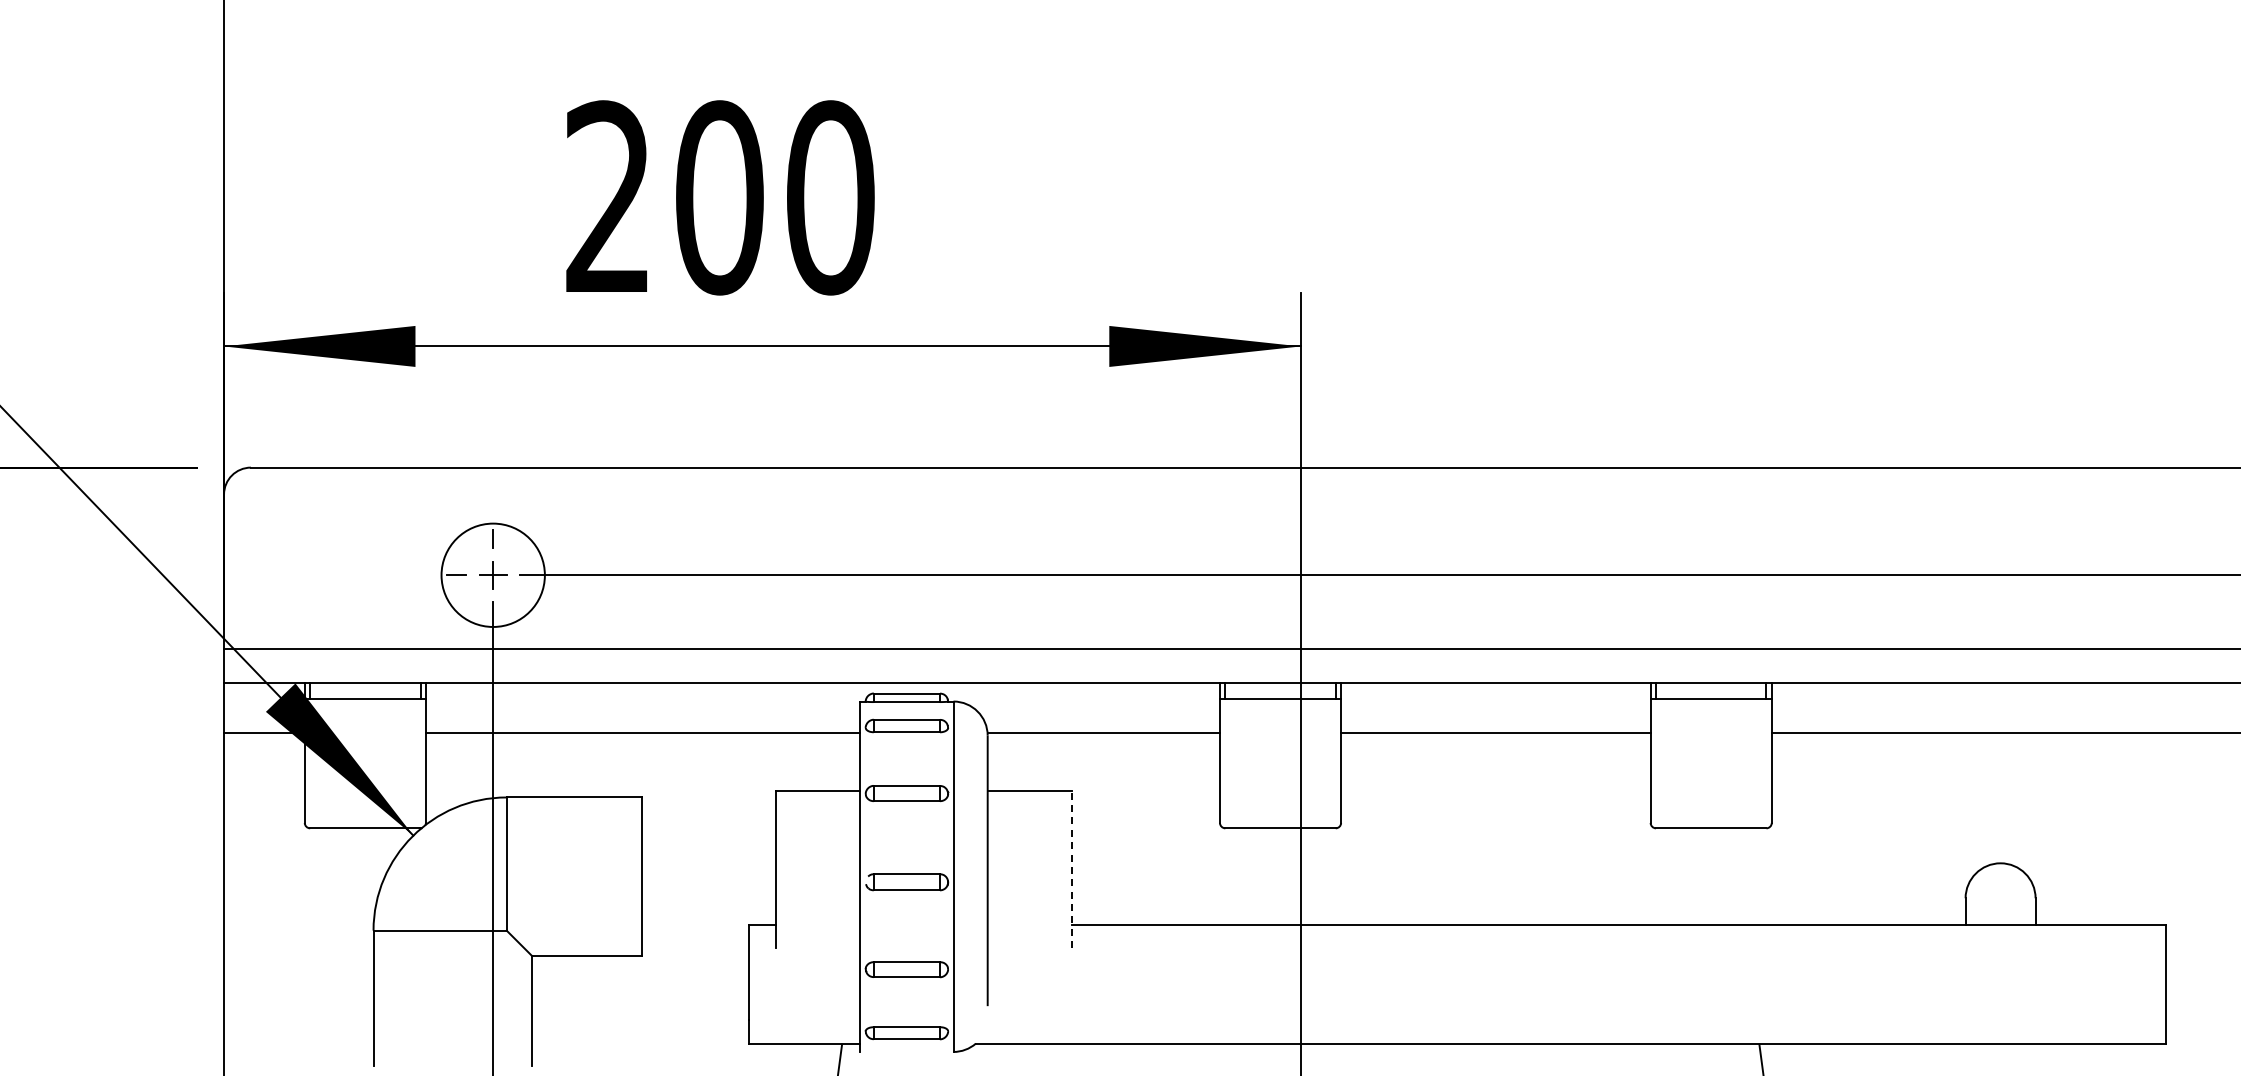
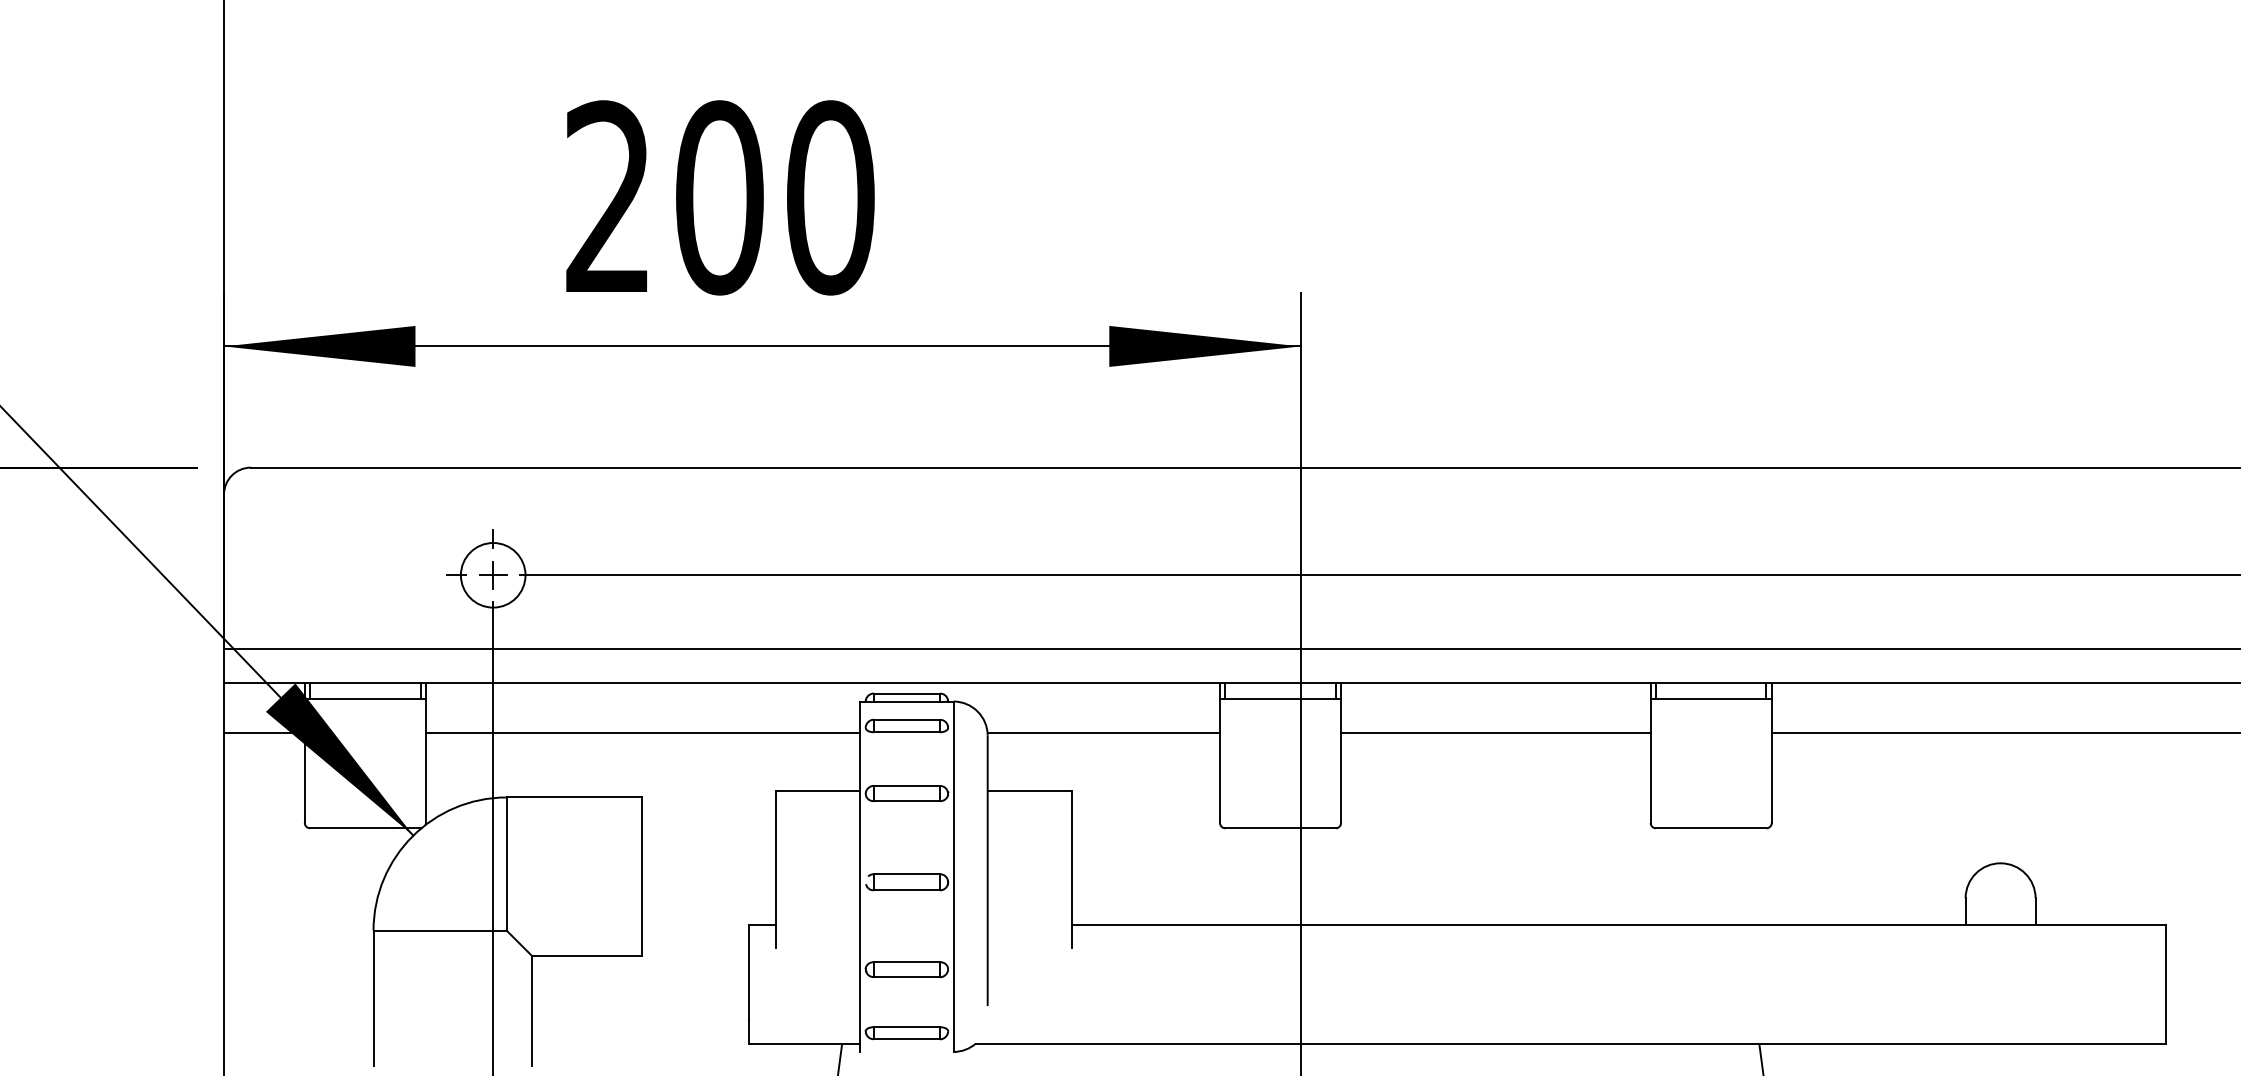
circle at (492, 574) diameter: 103 px -> 65 px
line at (1071, 869): dashed -> solid
